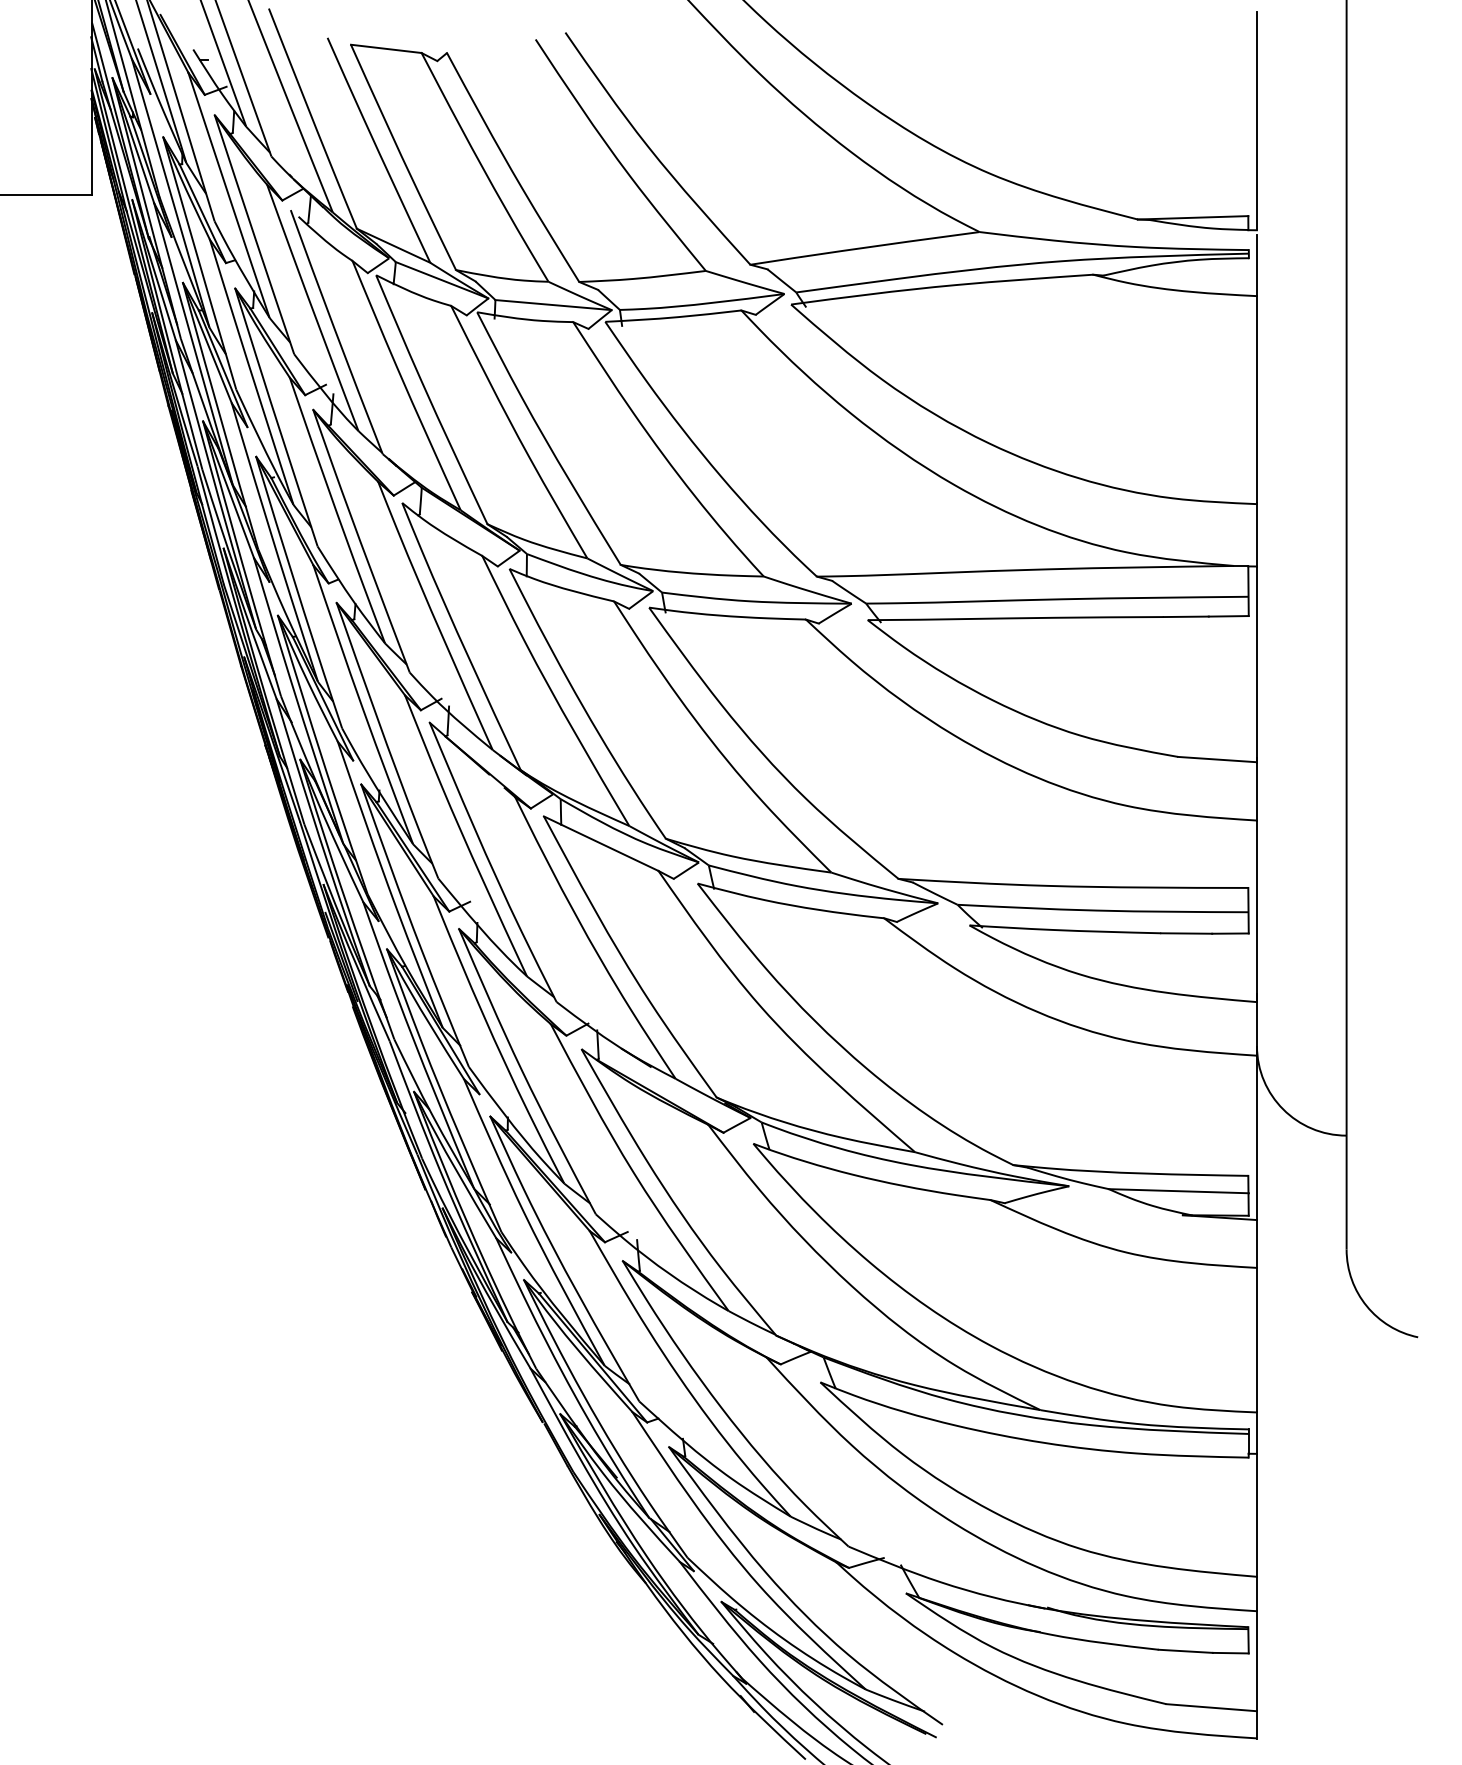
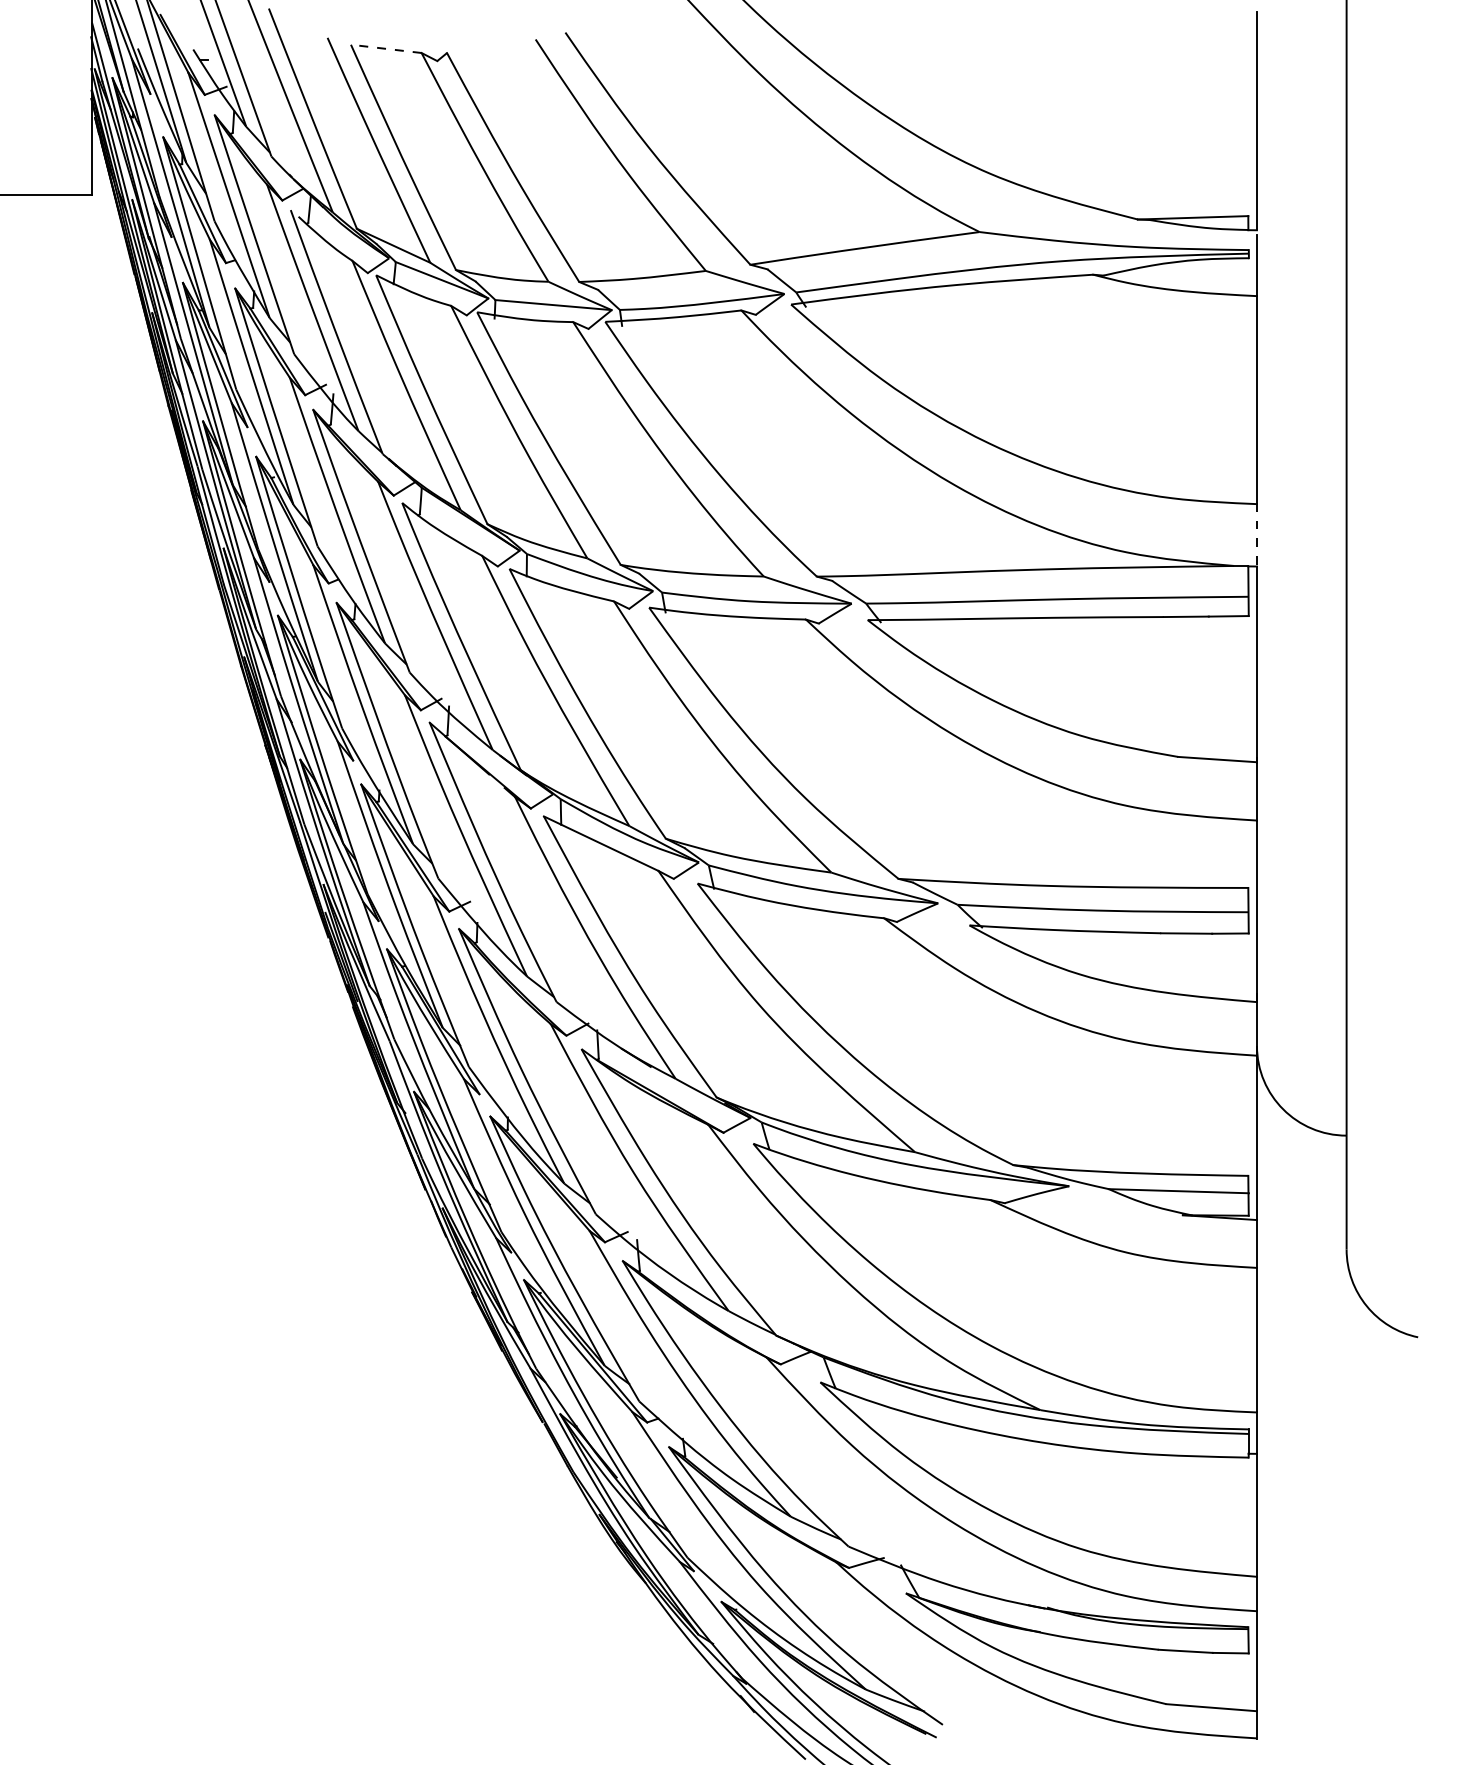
line at (386, 48): solid -> dashed
line at (1256, 535): solid -> dashed
